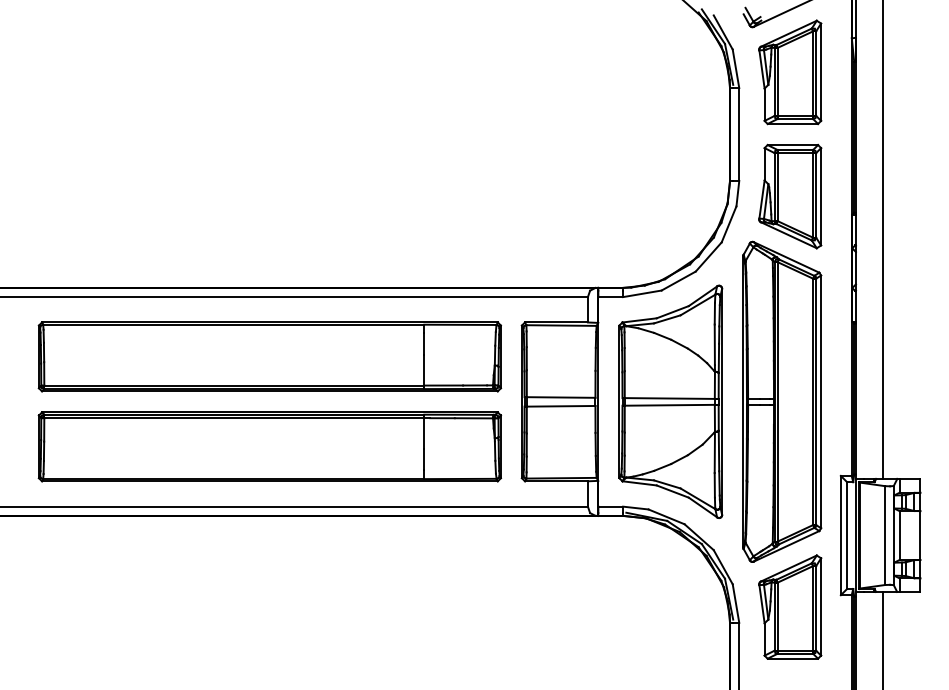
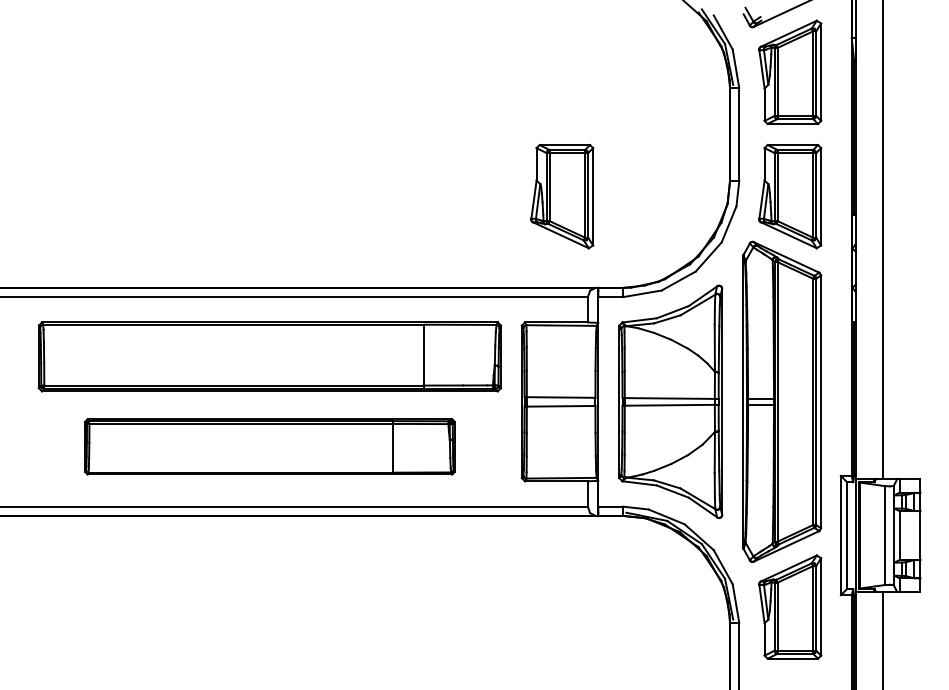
part at (562, 196): none -> present
part at (269, 446) size: 466x72 px -> 372x58 px
